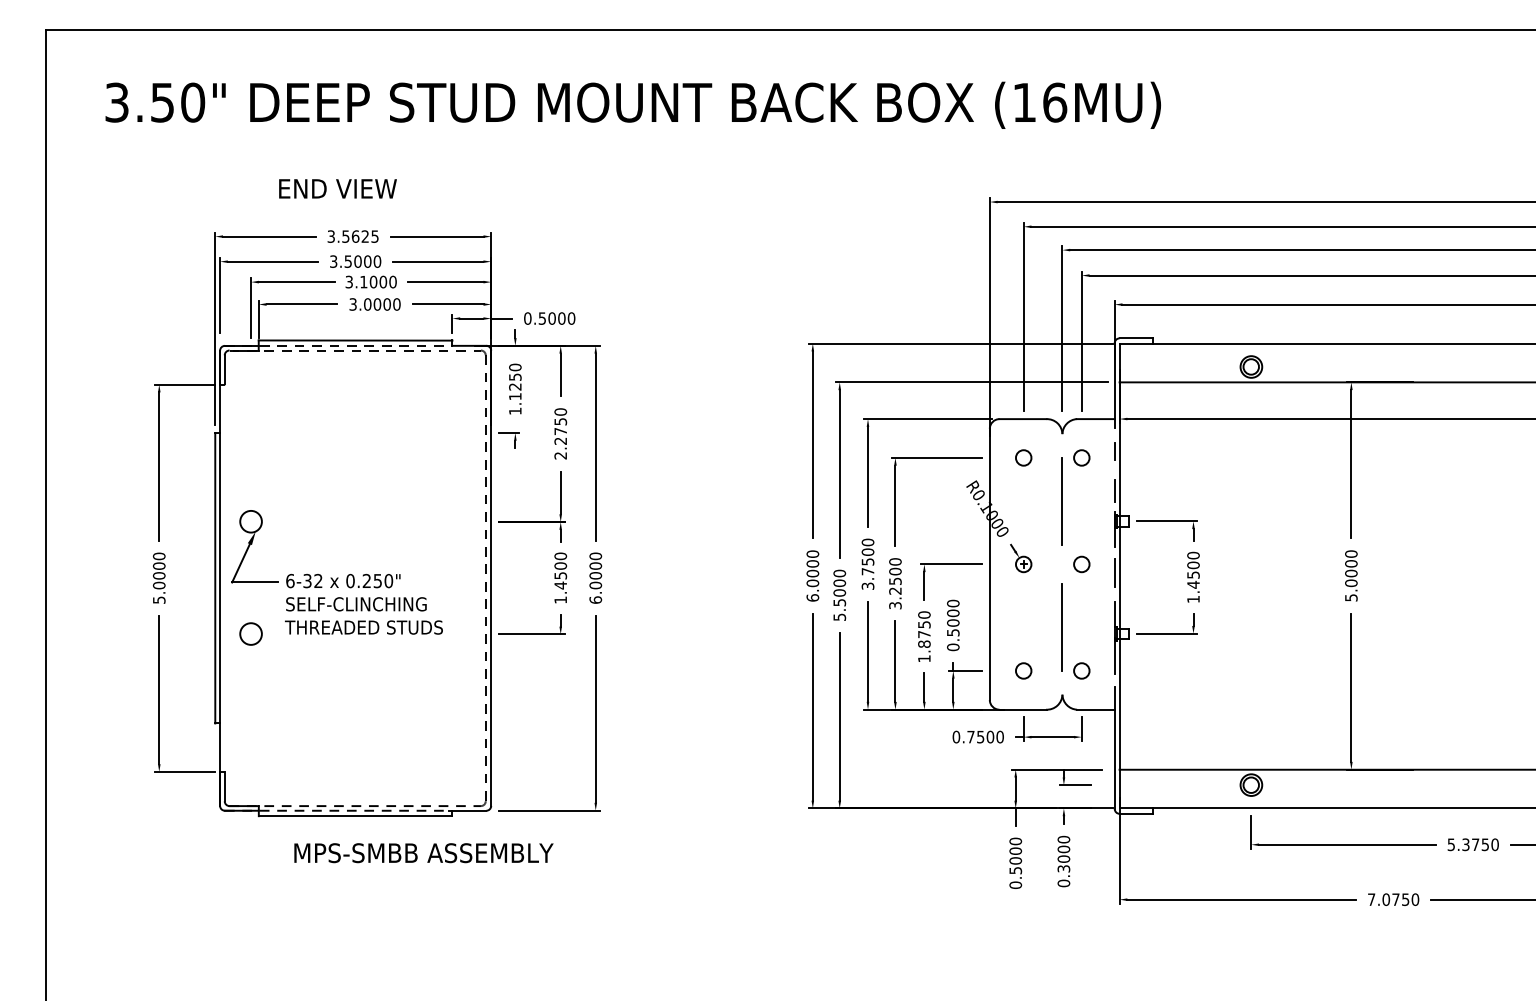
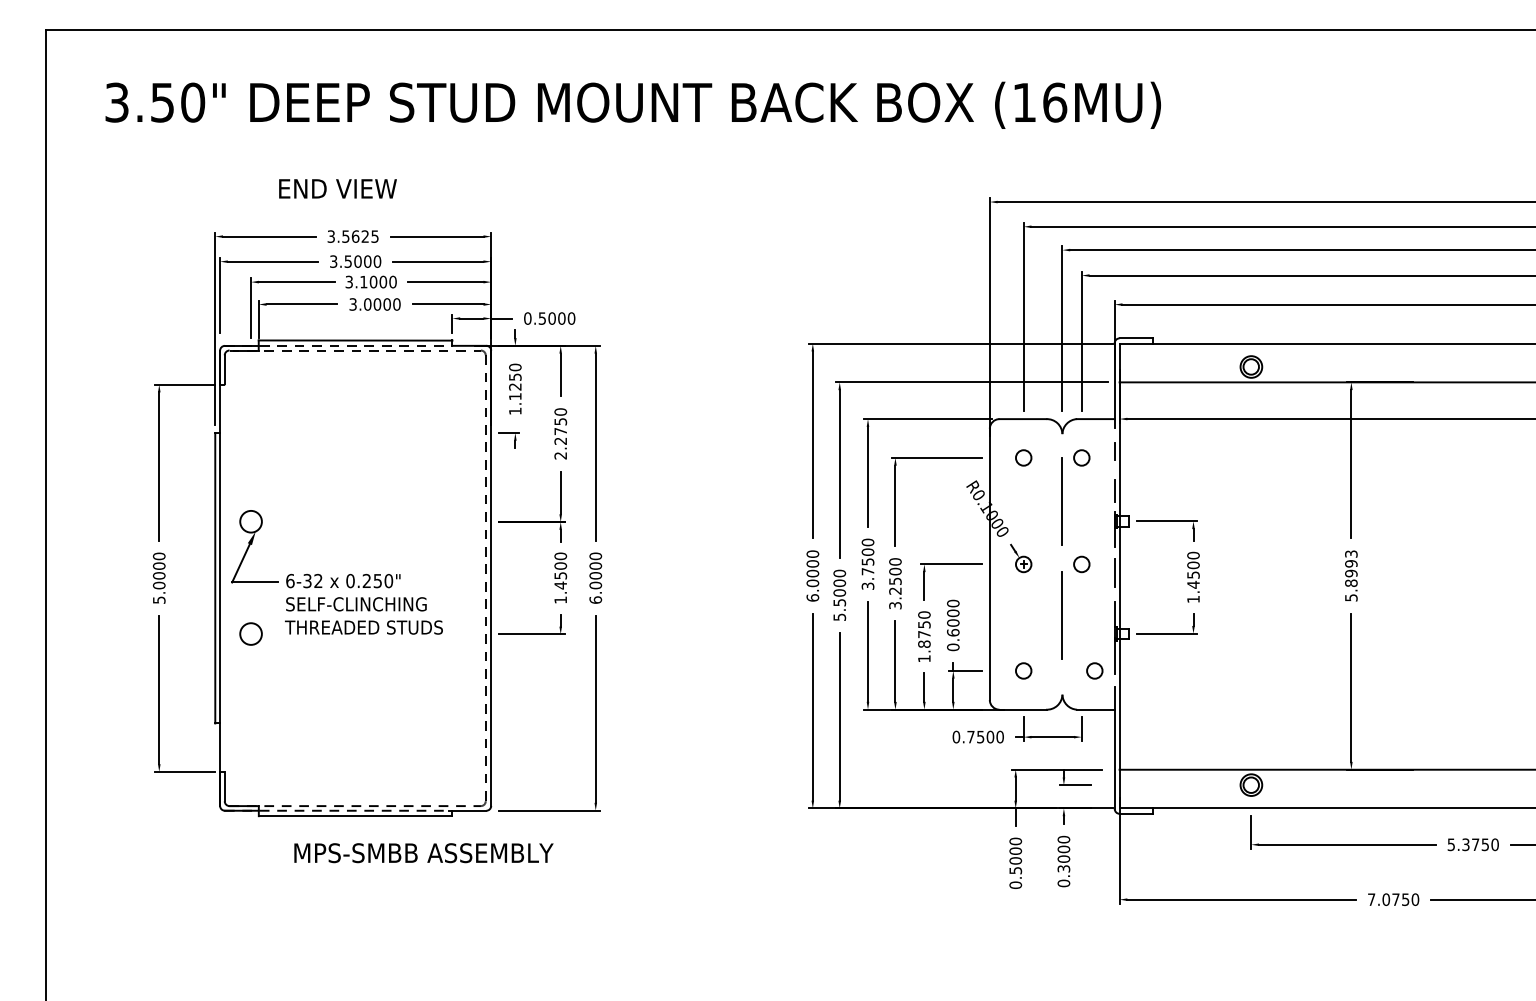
text at (1351, 568): 5.0000 -> 5.8993
line at (1061, 627) position: (1061, 627) -> (1061, 615)
text at (953, 632): 0.5000 -> 0.6000
circle at (1081, 670) position: (1081, 670) -> (1094, 670)
